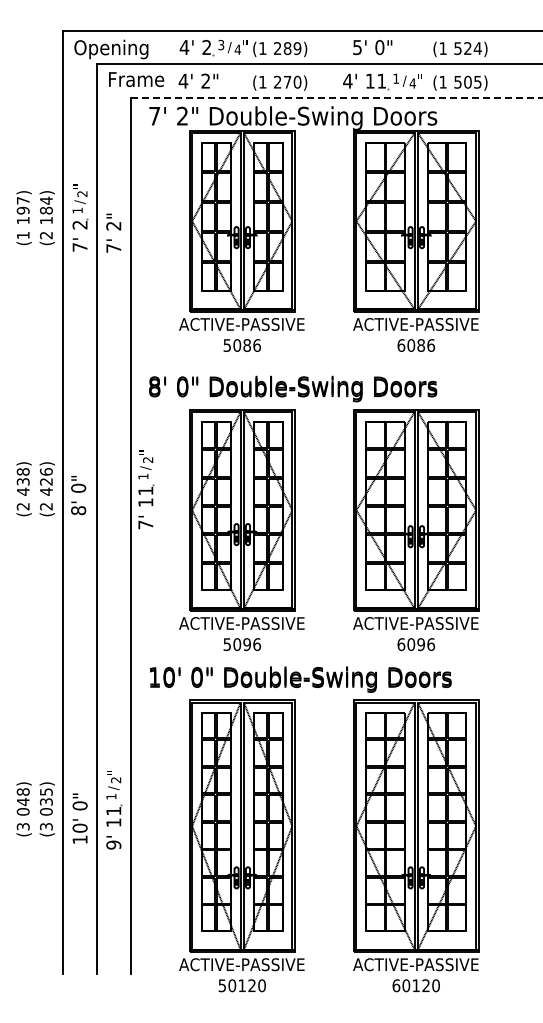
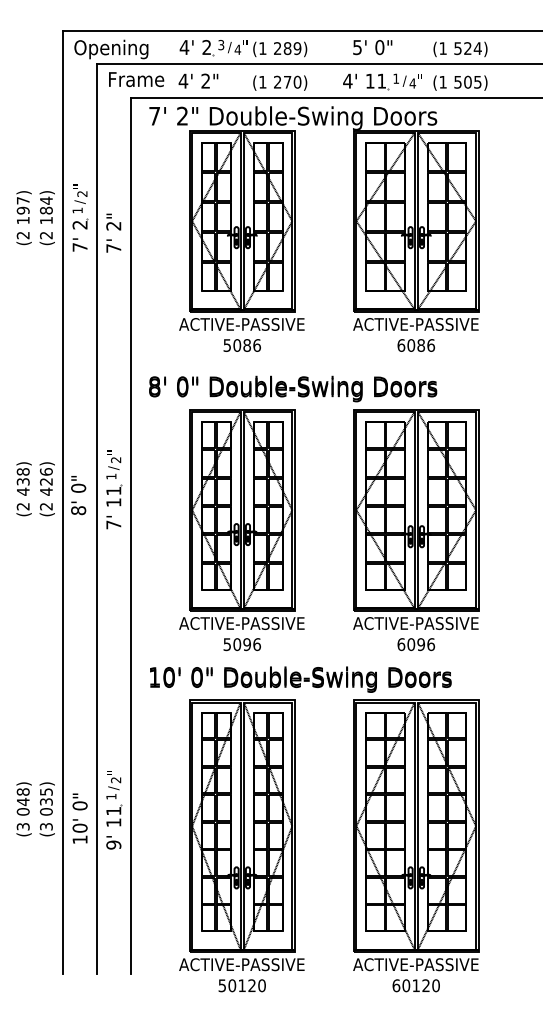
line at (336, 98): dashed -> solid
text at (22, 235): (1 -> (2
part at (146, 489) position: (146, 489) -> (114, 489)
